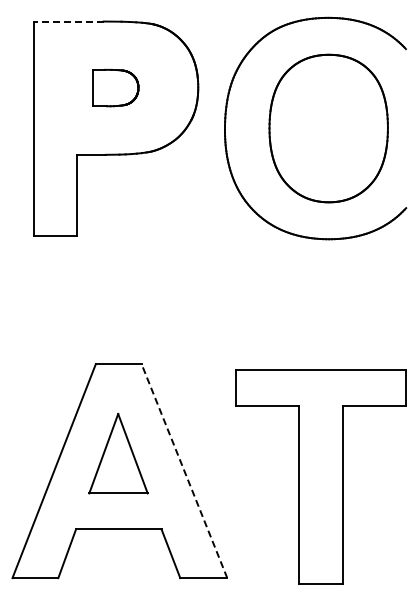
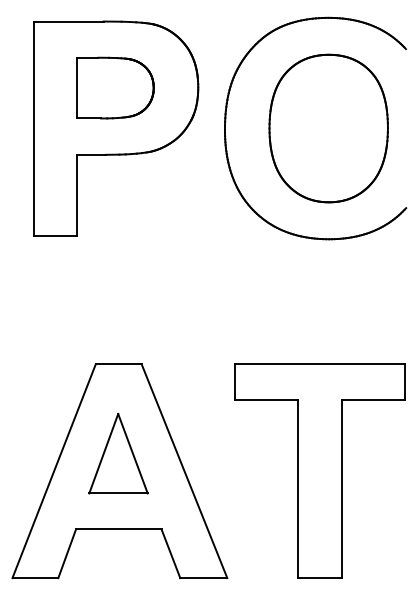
line at (68, 21): dashed -> solid
part at (115, 87) size: 48x40 px -> 79x64 px
line at (184, 470): dashed -> solid
part at (320, 476) position: (320, 476) -> (319, 470)
